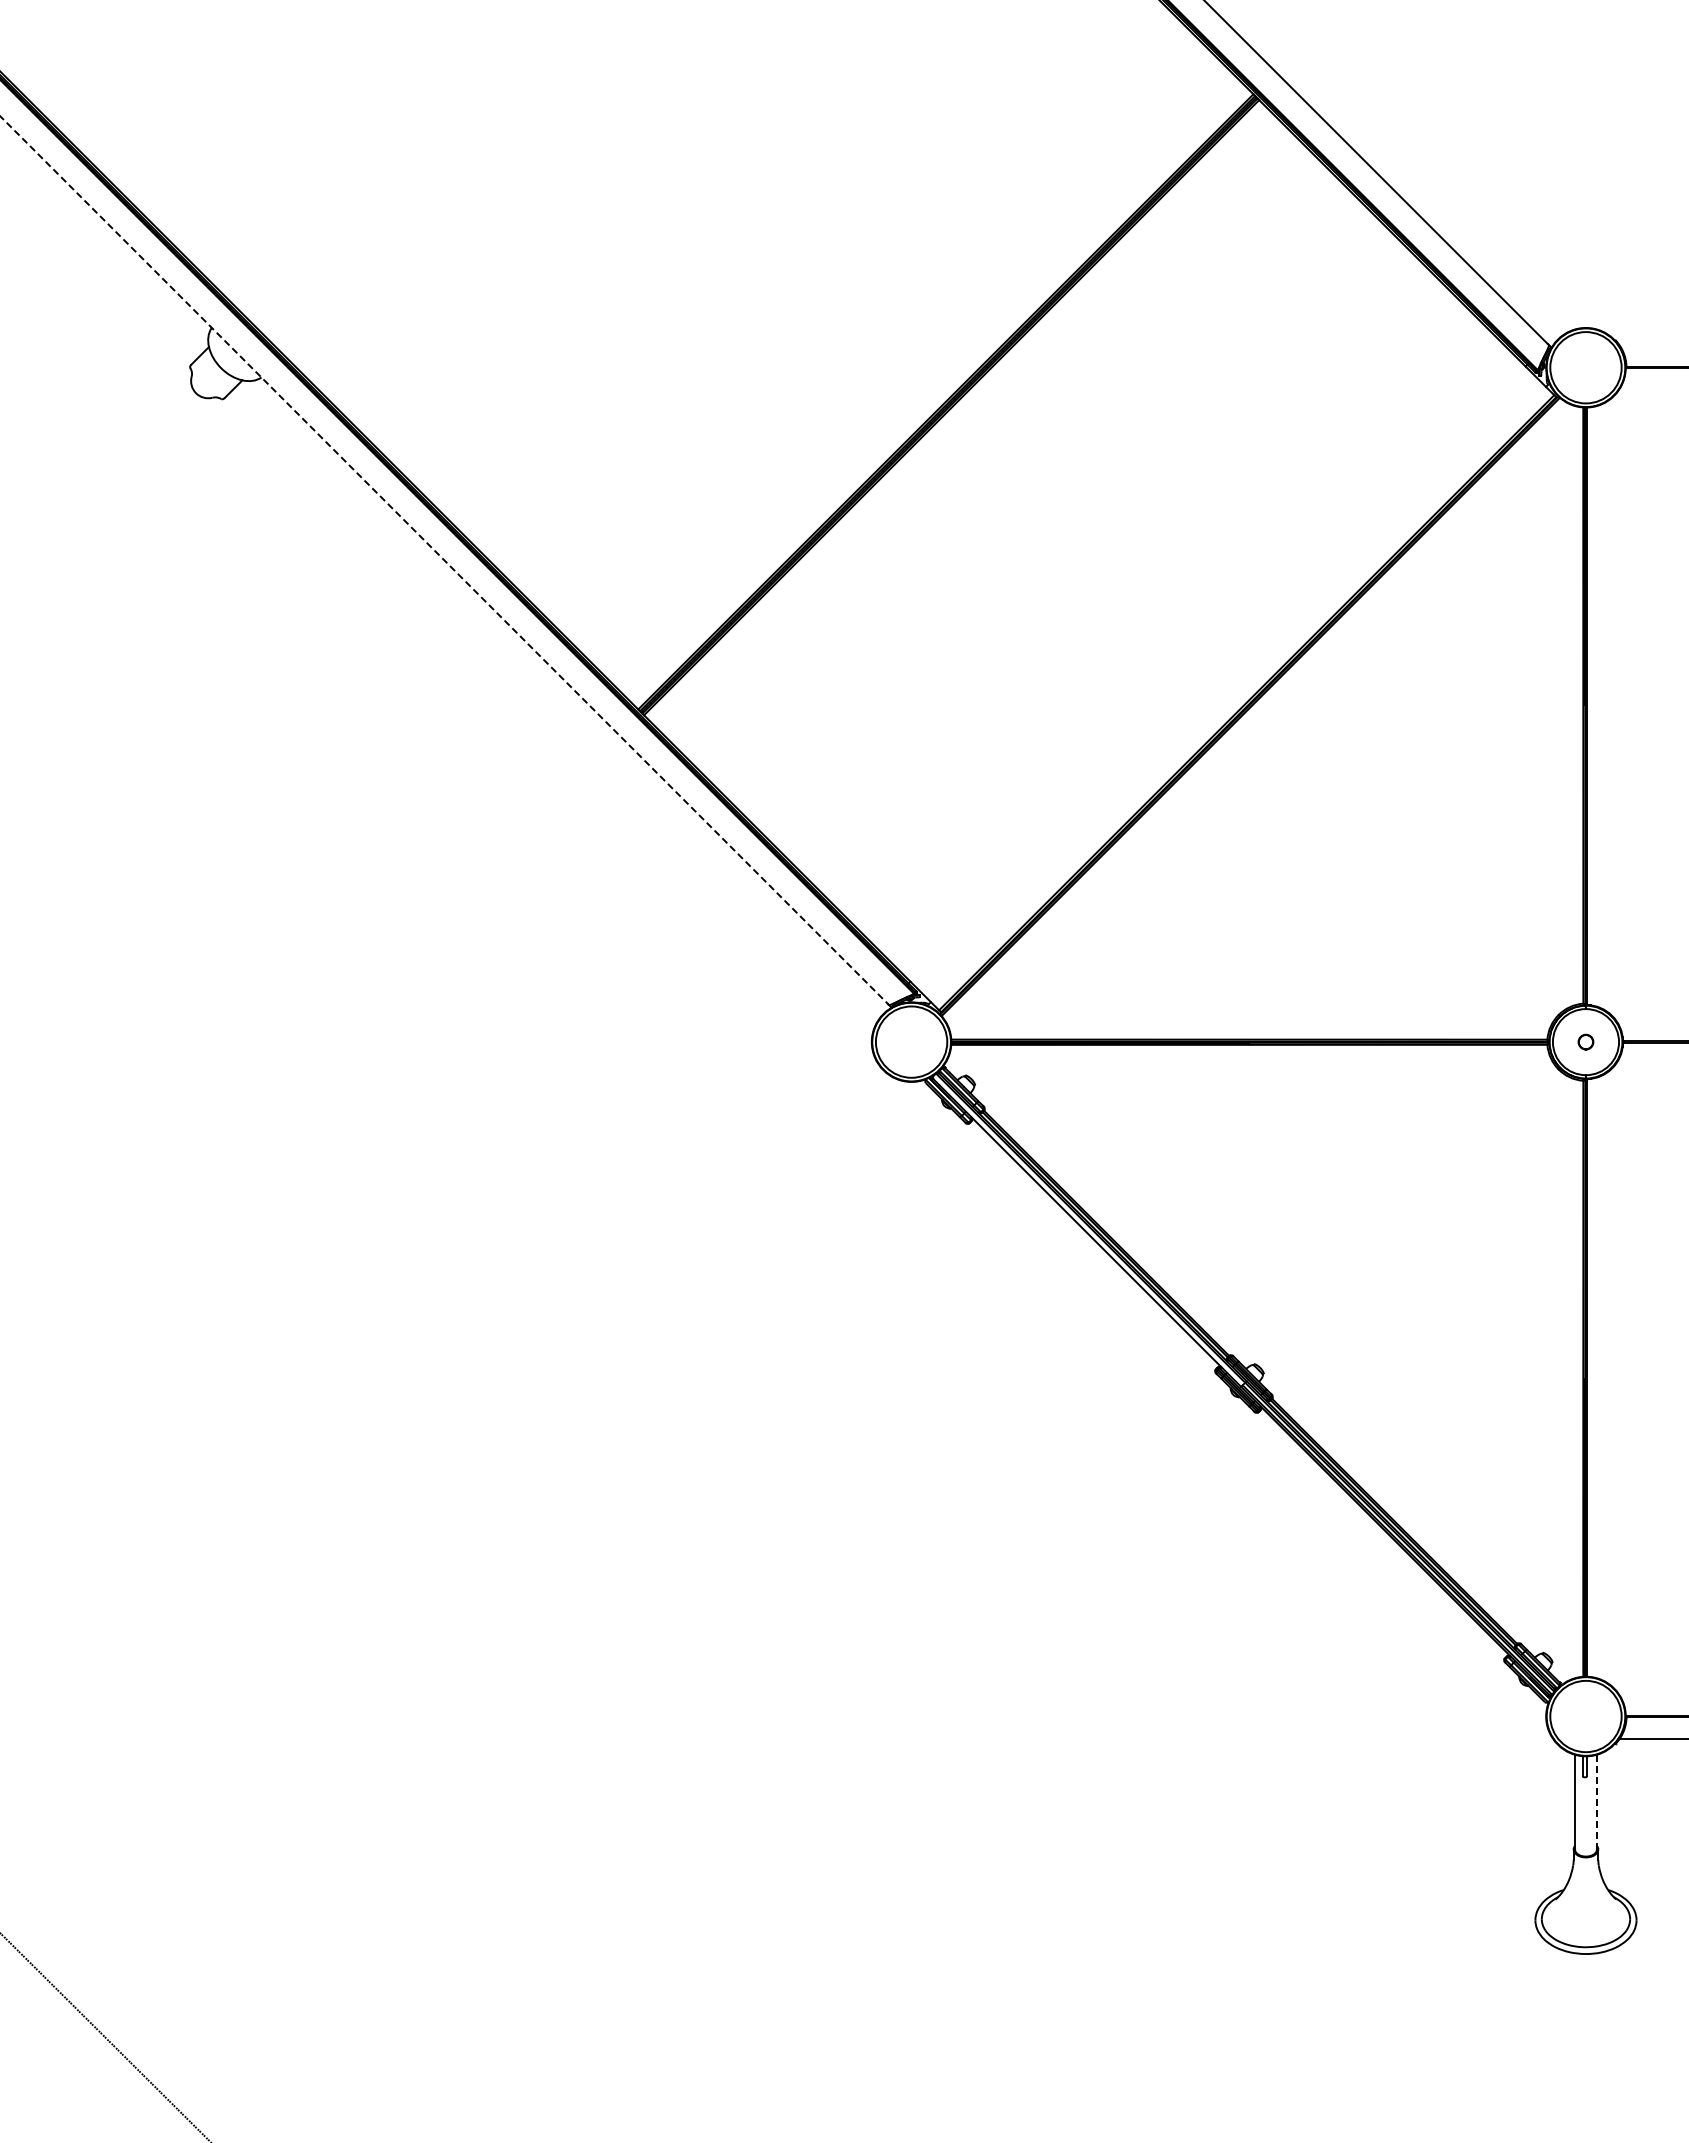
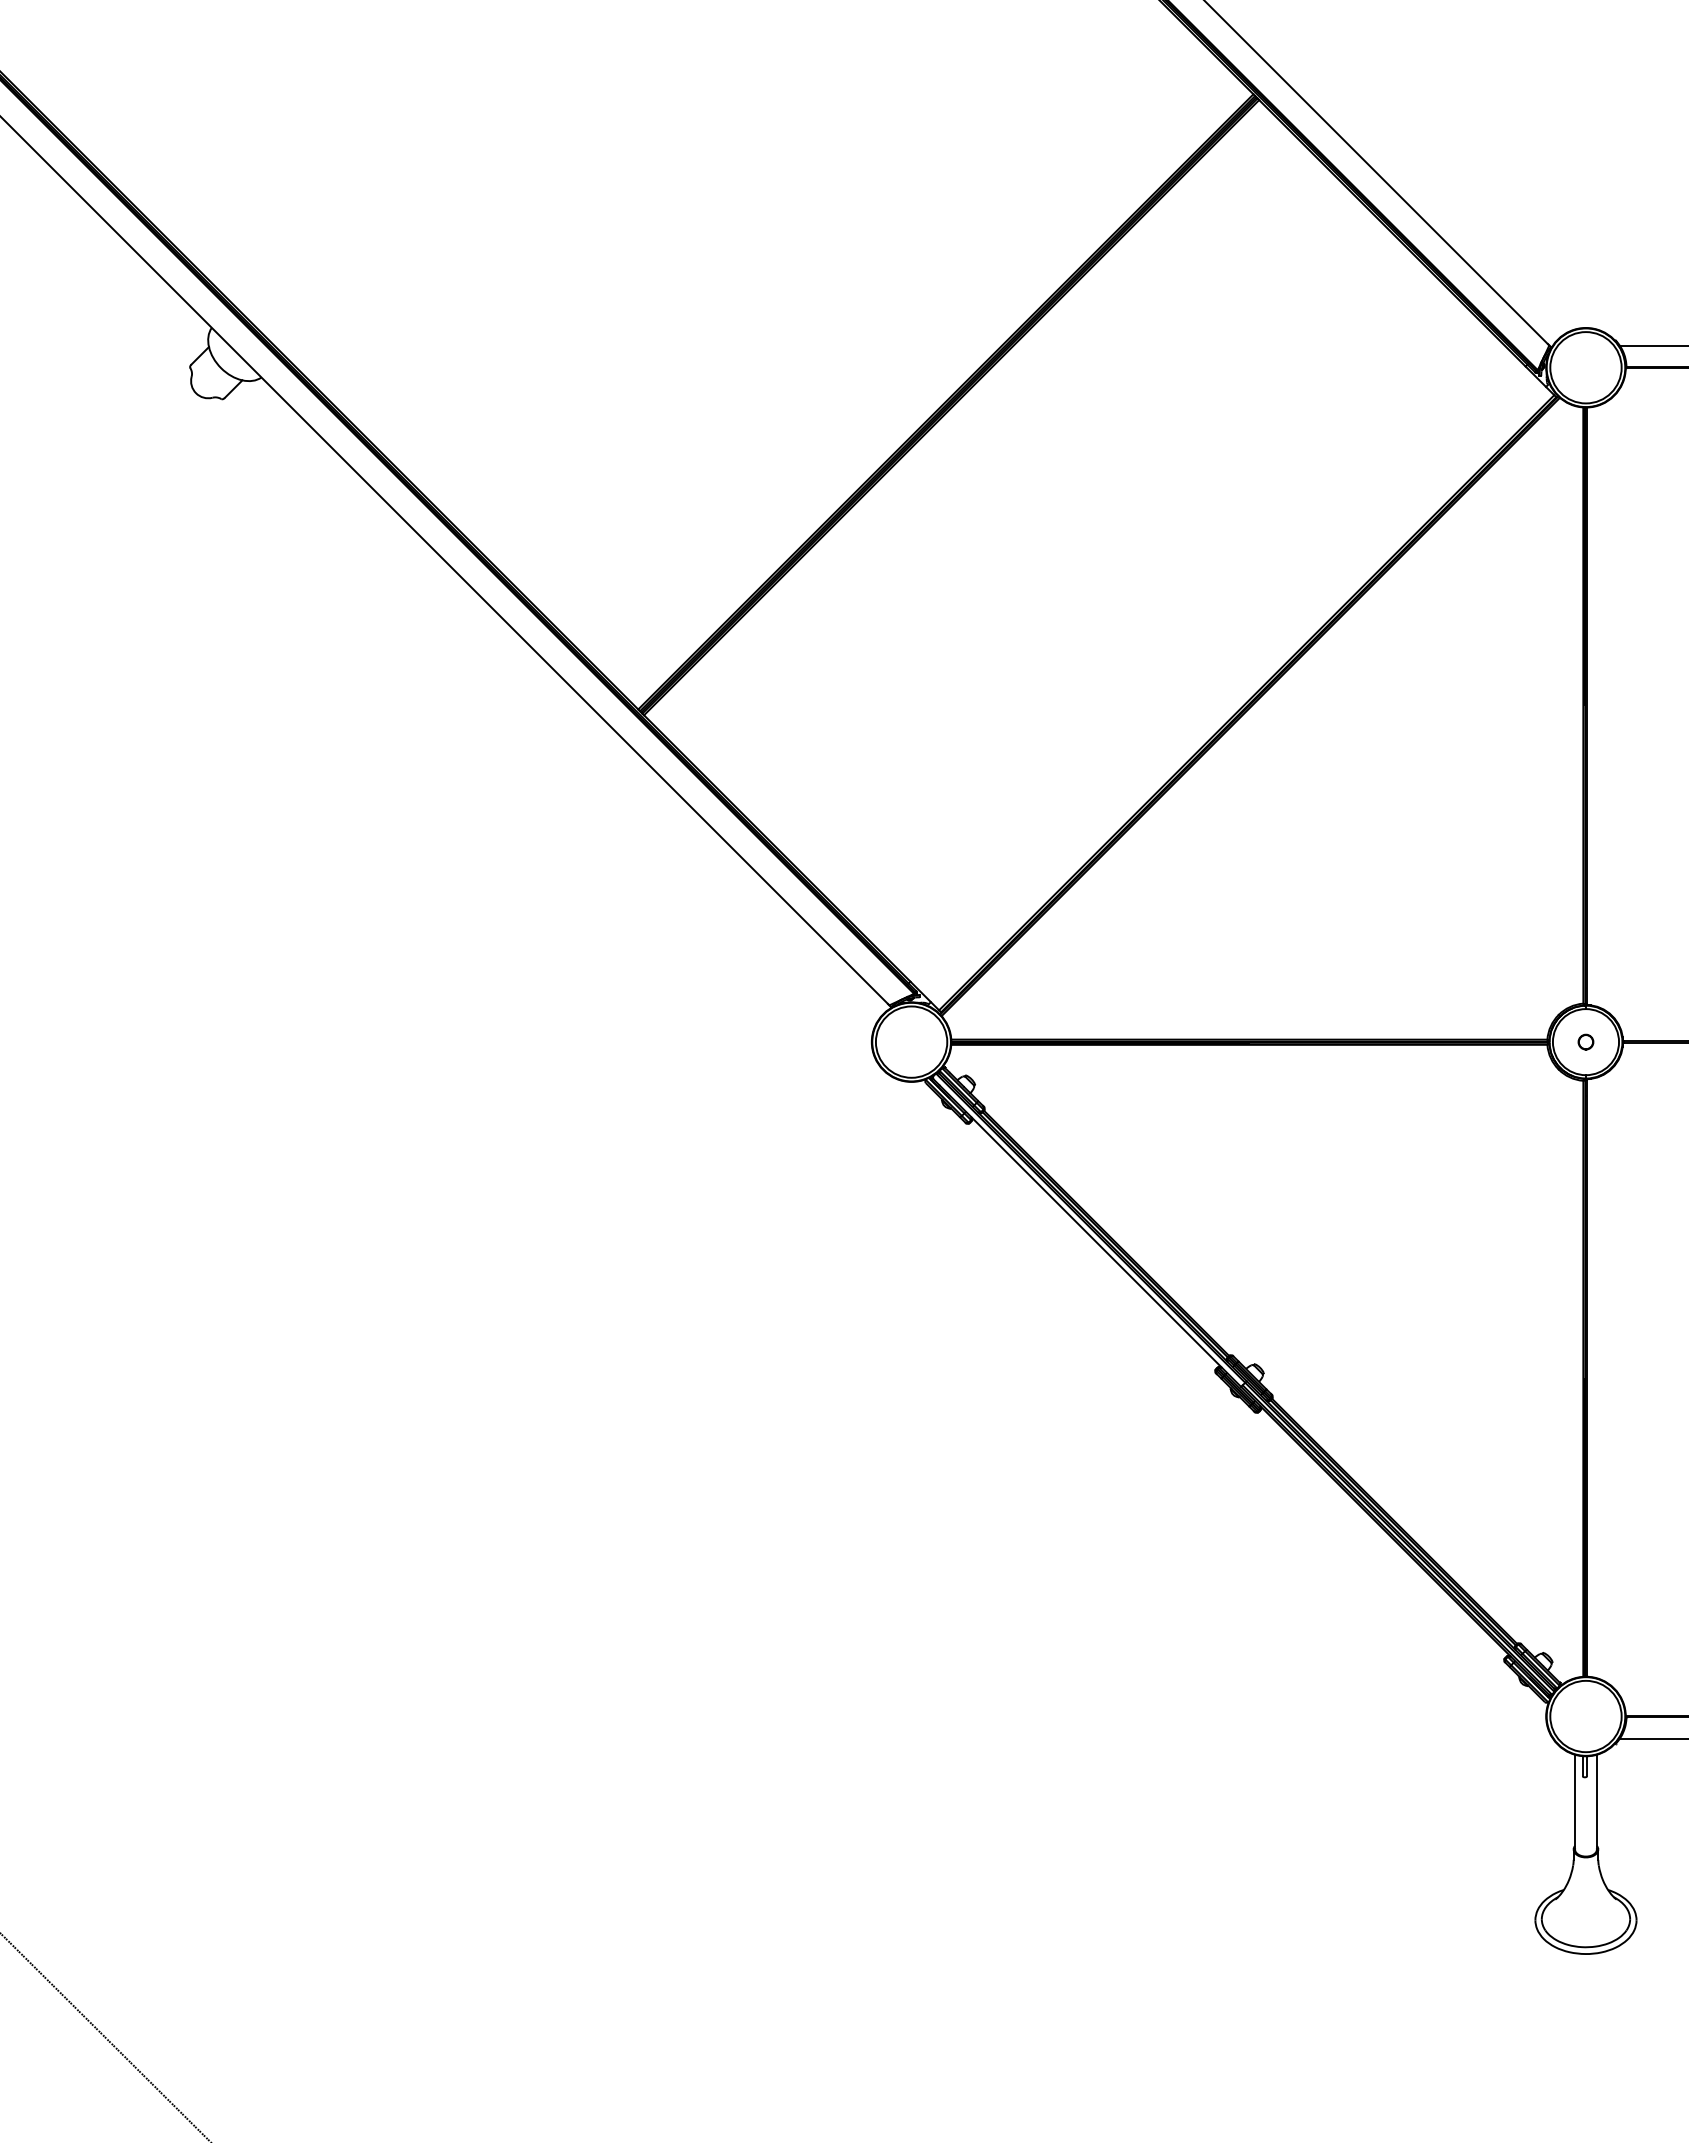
line at (1652, 345): none -> present
line at (444, 560): dashed -> solid
line at (1596, 1802): dashed -> solid
